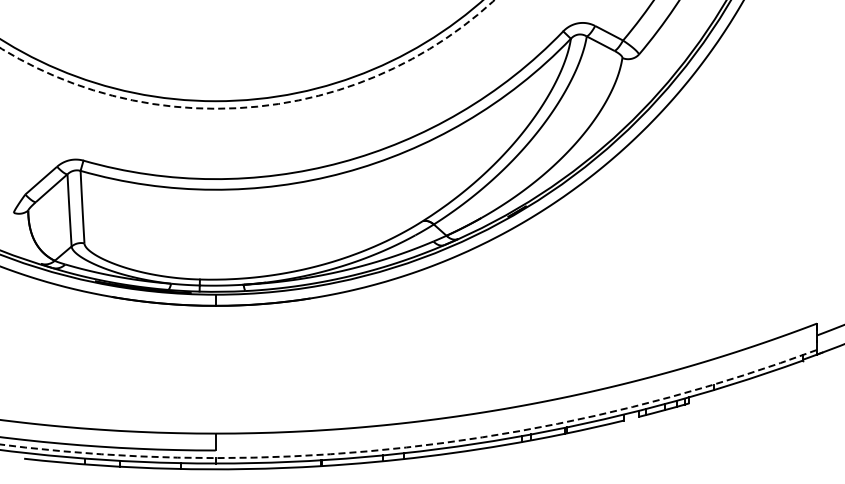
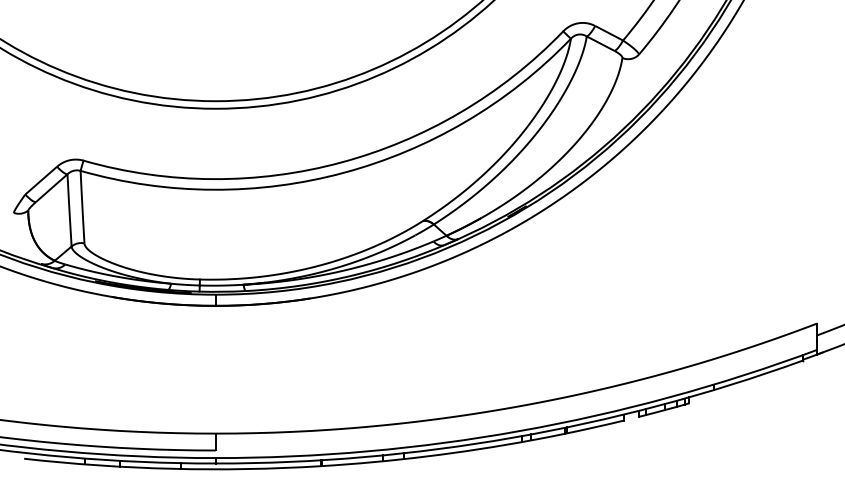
circle at (247, 54): dashed -> solid
arc at (413, 446): dashed -> solid
